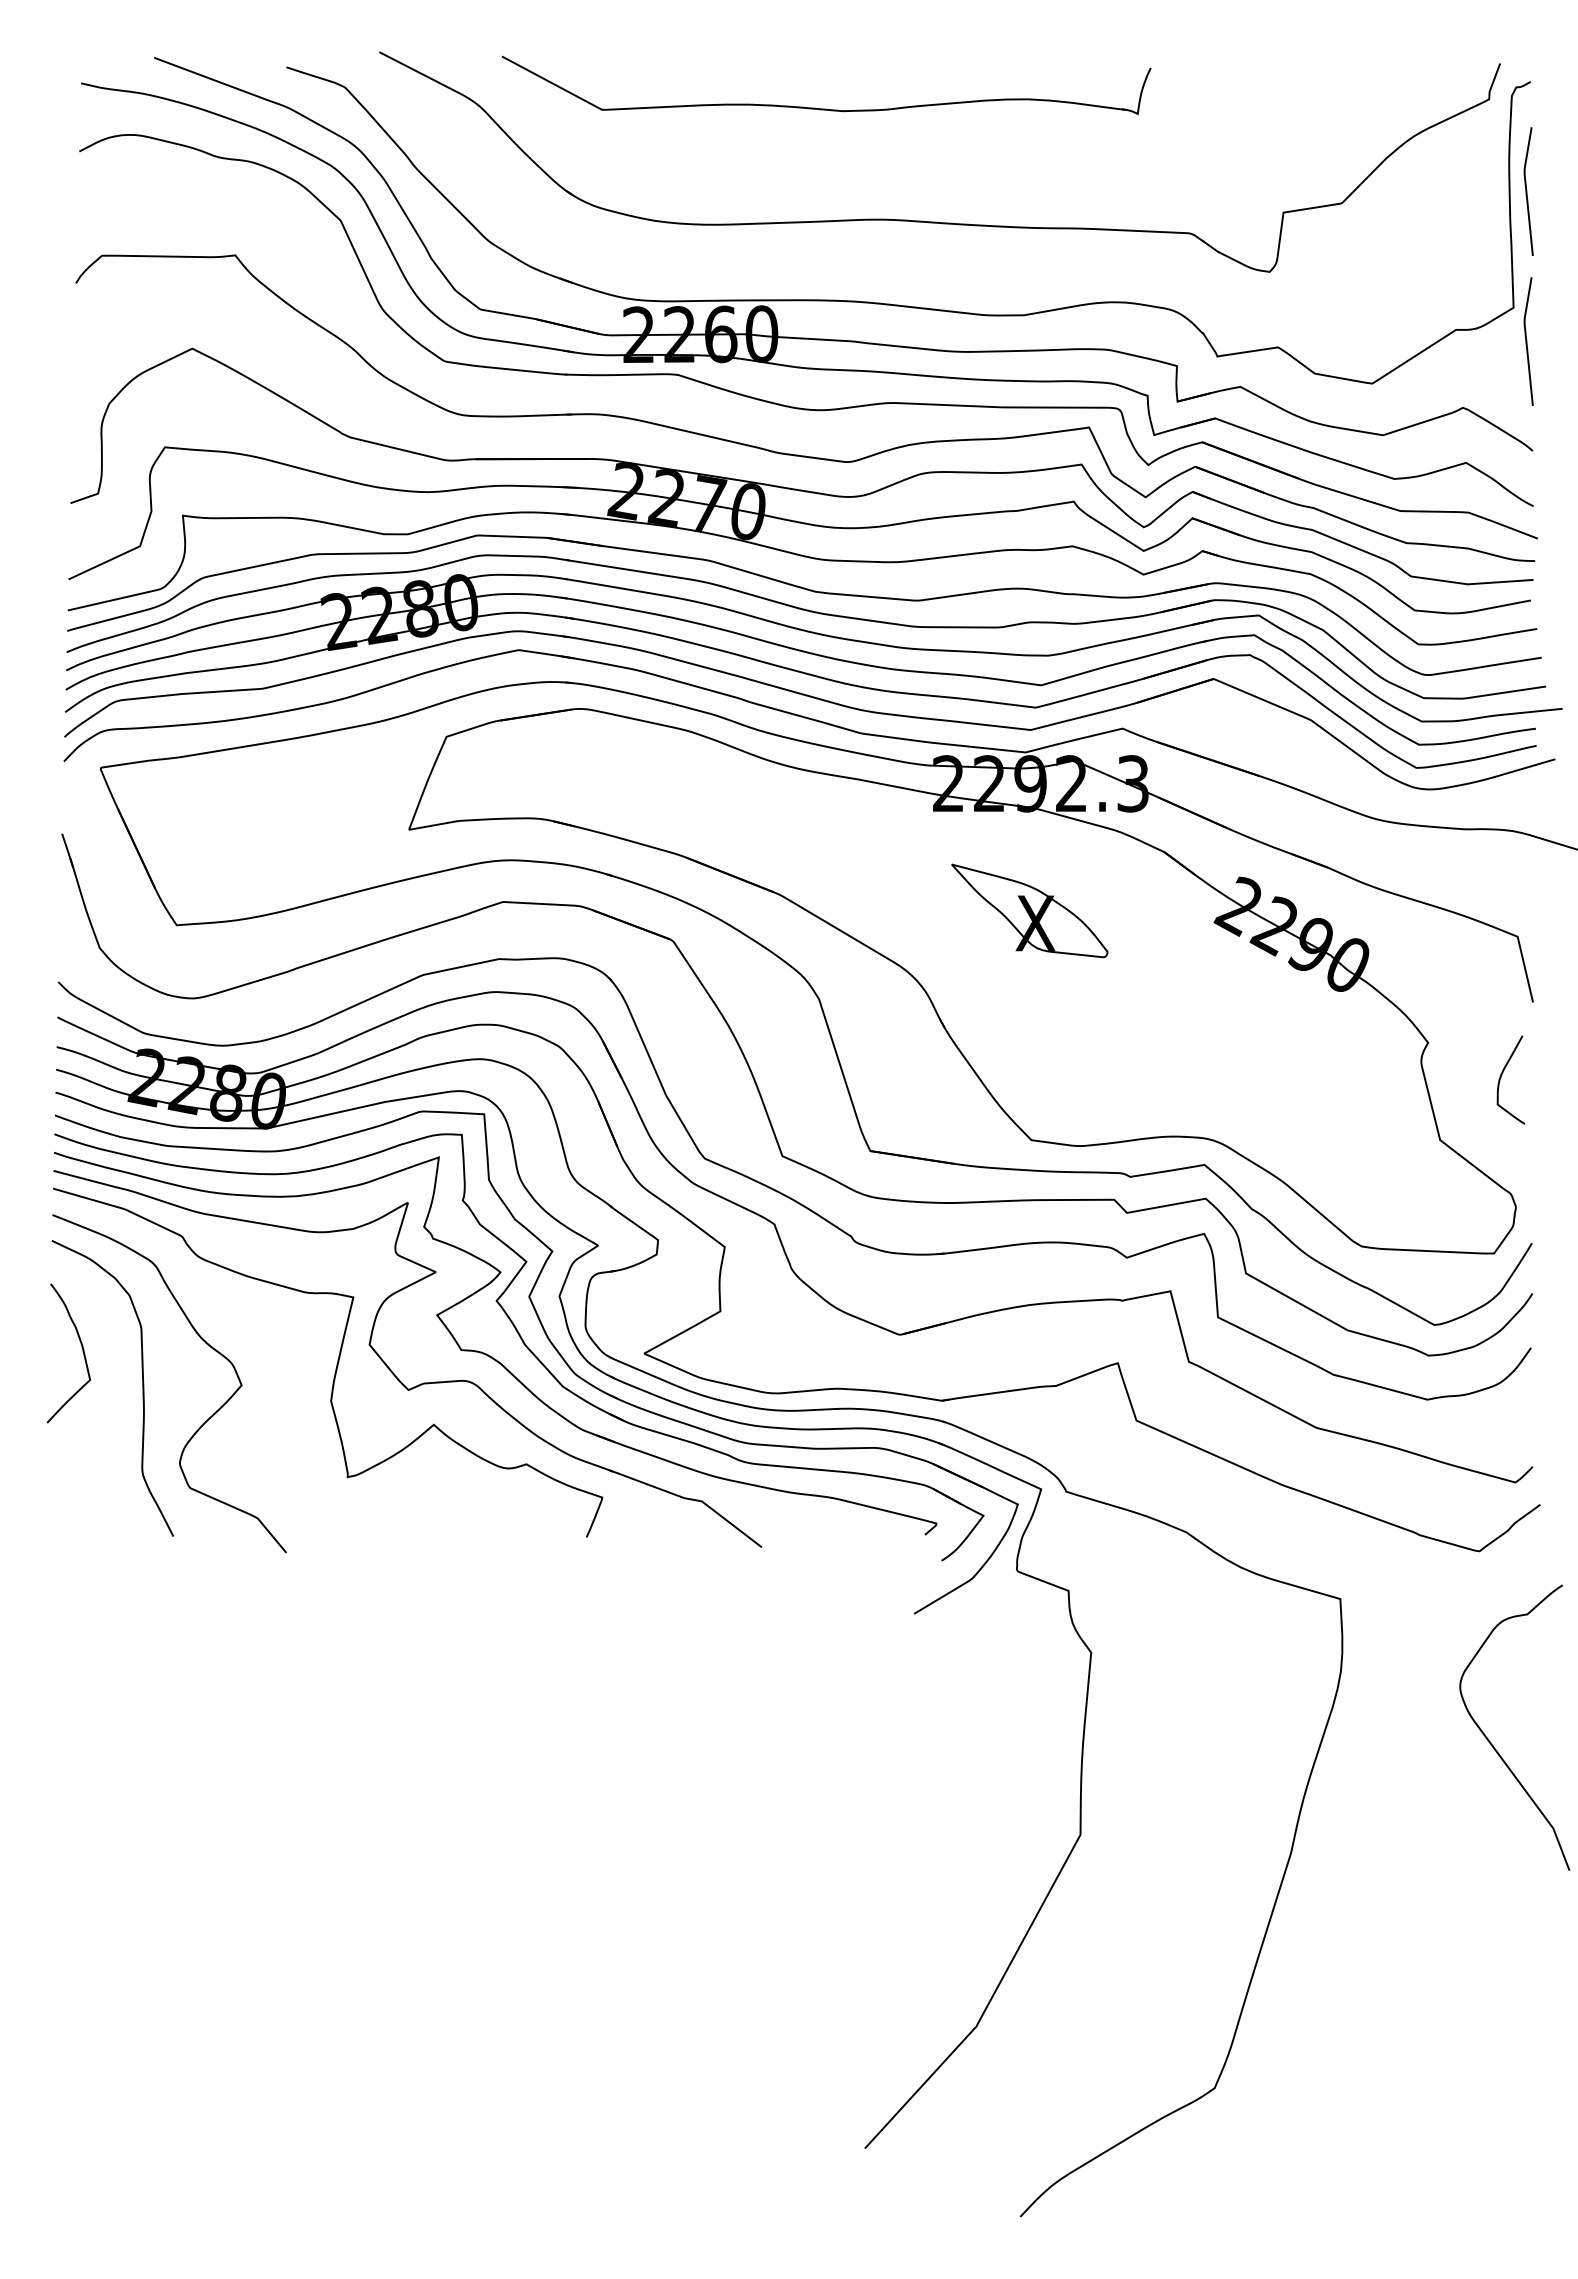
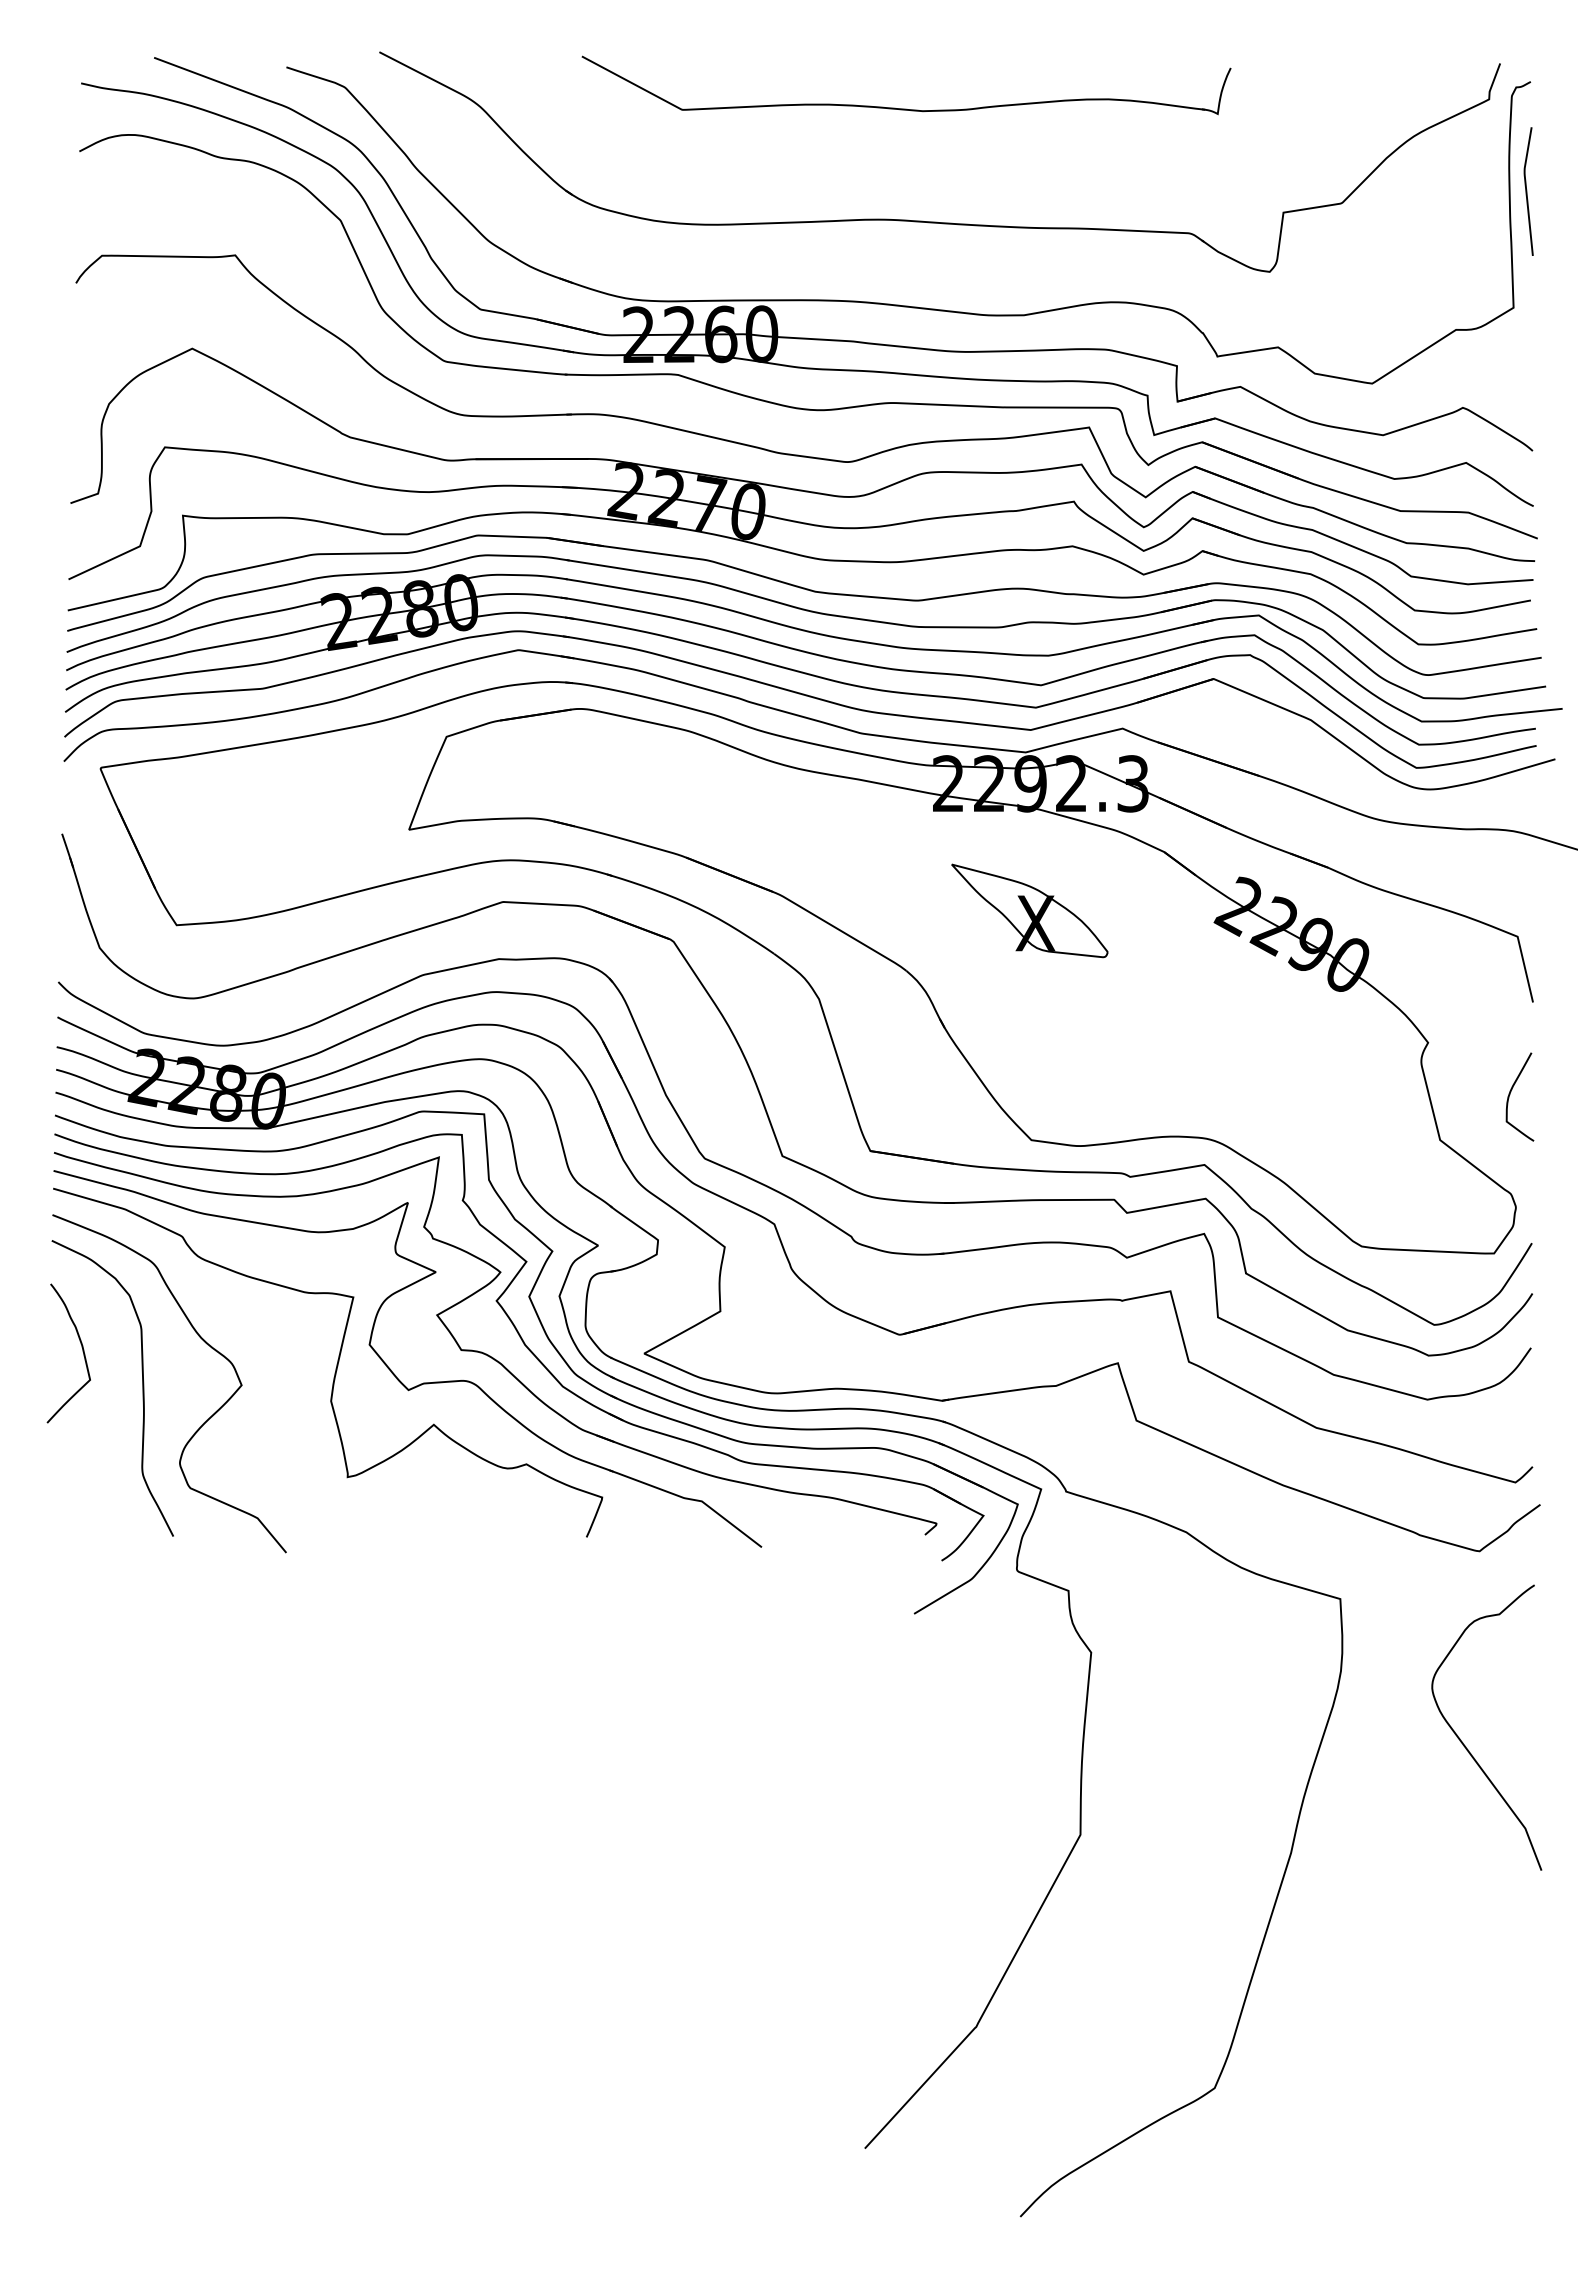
part at (826, 108) position: (826, 108) -> (906, 108)
curve at (1527, 341): present -> none
curve at (1502, 1075) position: (1502, 1075) -> (1511, 1092)
curve at (1491, 1742) position: (1491, 1742) -> (1463, 1742)
